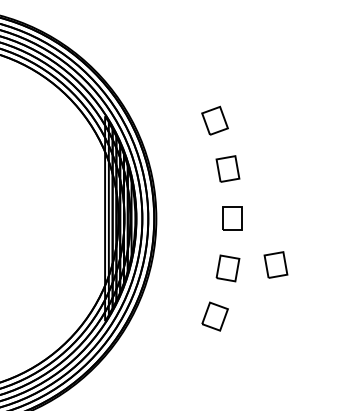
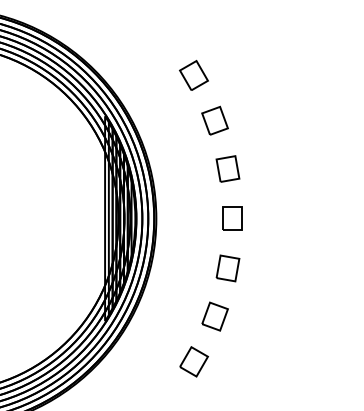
part at (193, 75): none -> present
part at (275, 264): present -> none
part at (193, 361): none -> present
